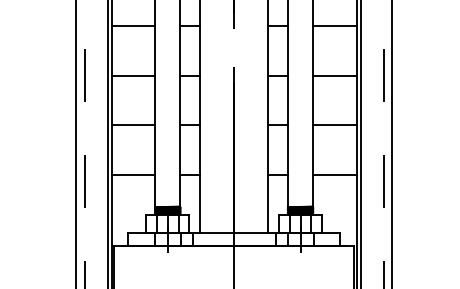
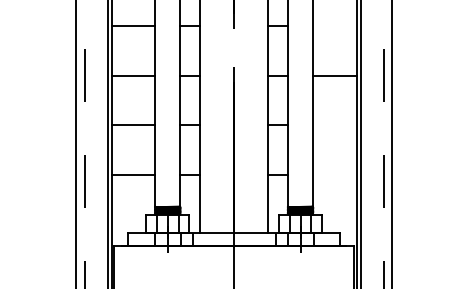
line at (334, 25): present -> none
line at (334, 125): present -> none
line at (334, 175): present -> none
